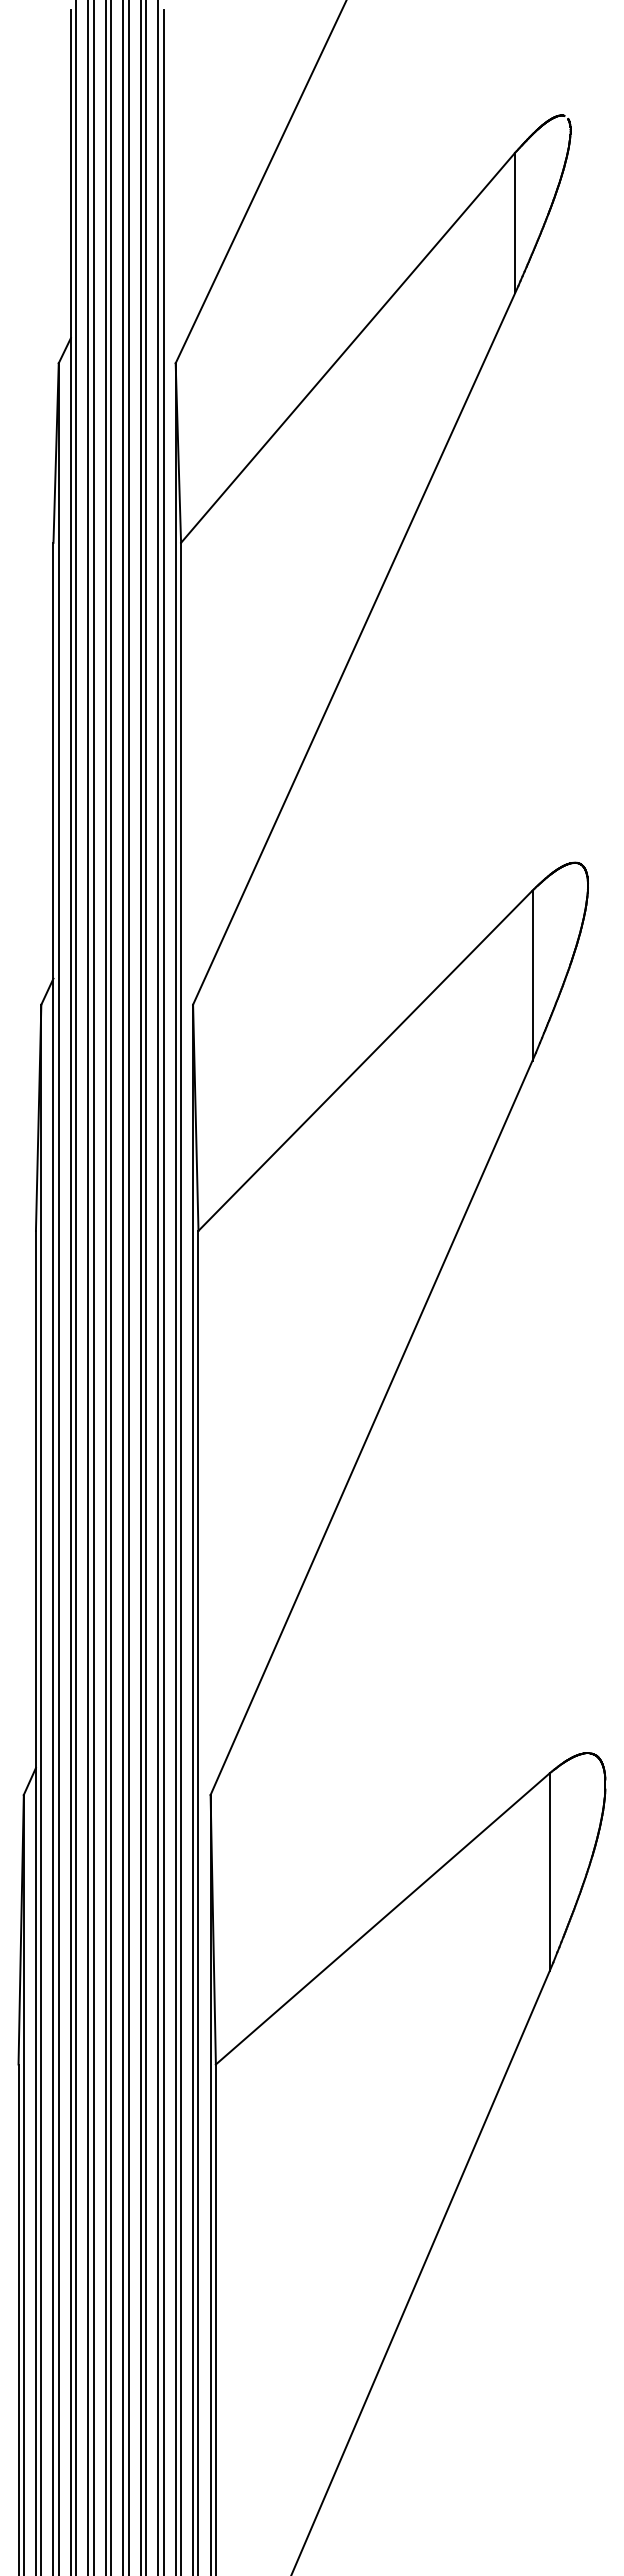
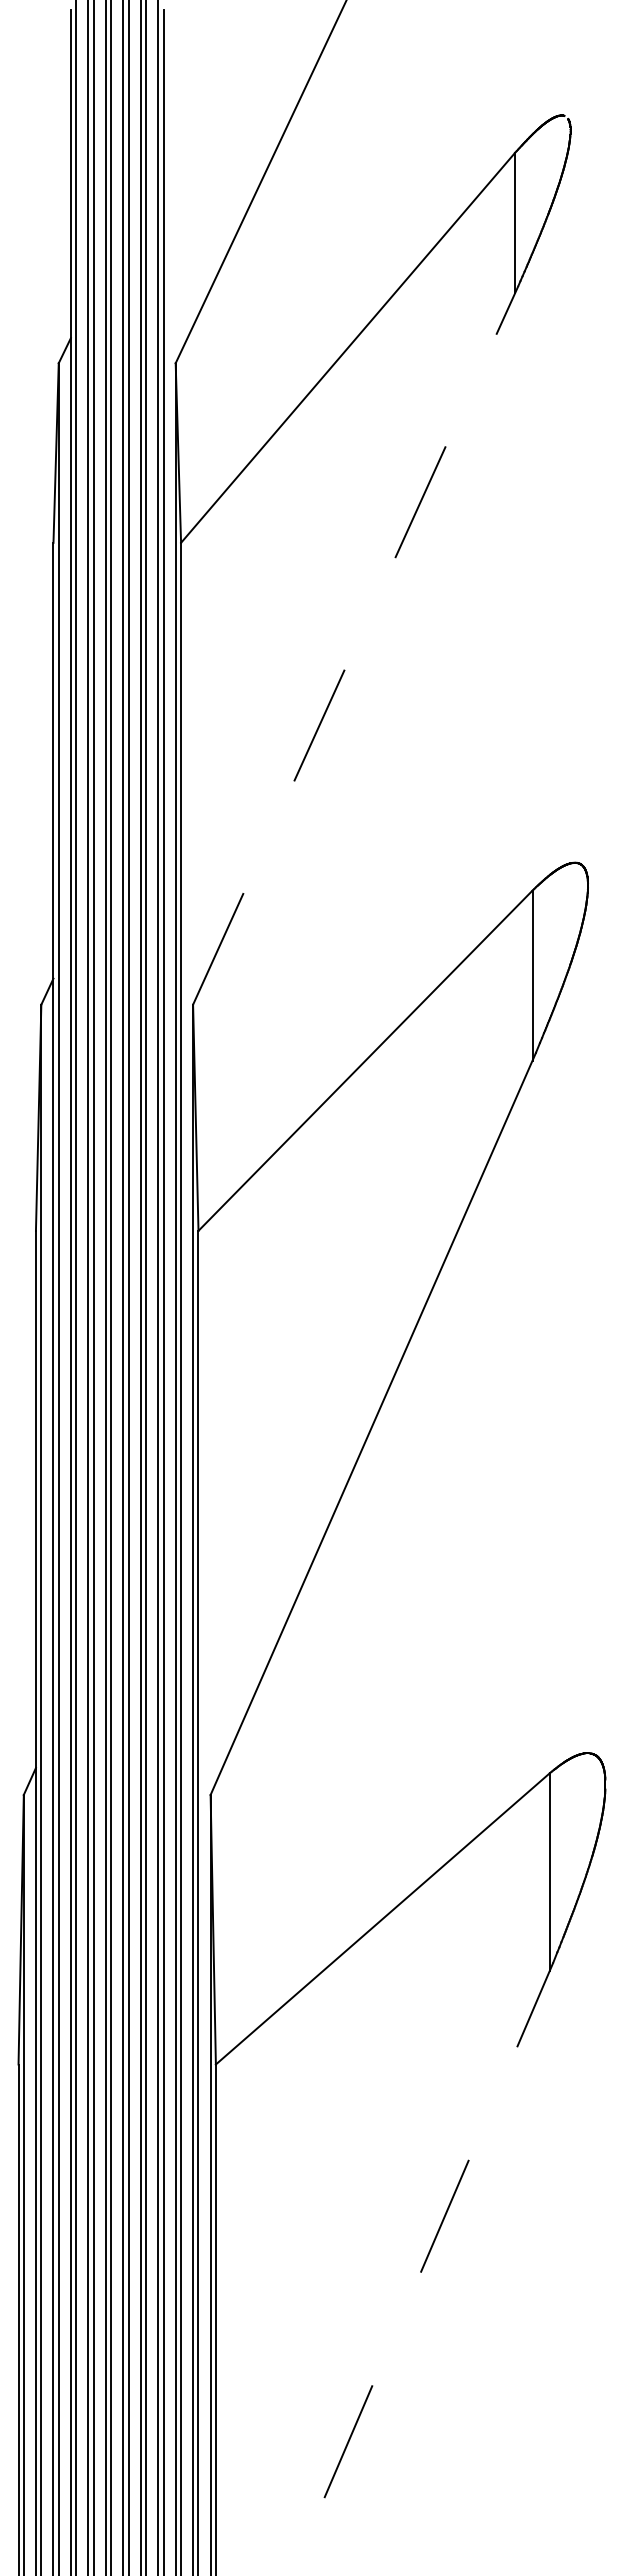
line at (355, 644): solid -> dashed
line at (422, 2268): solid -> dashed
